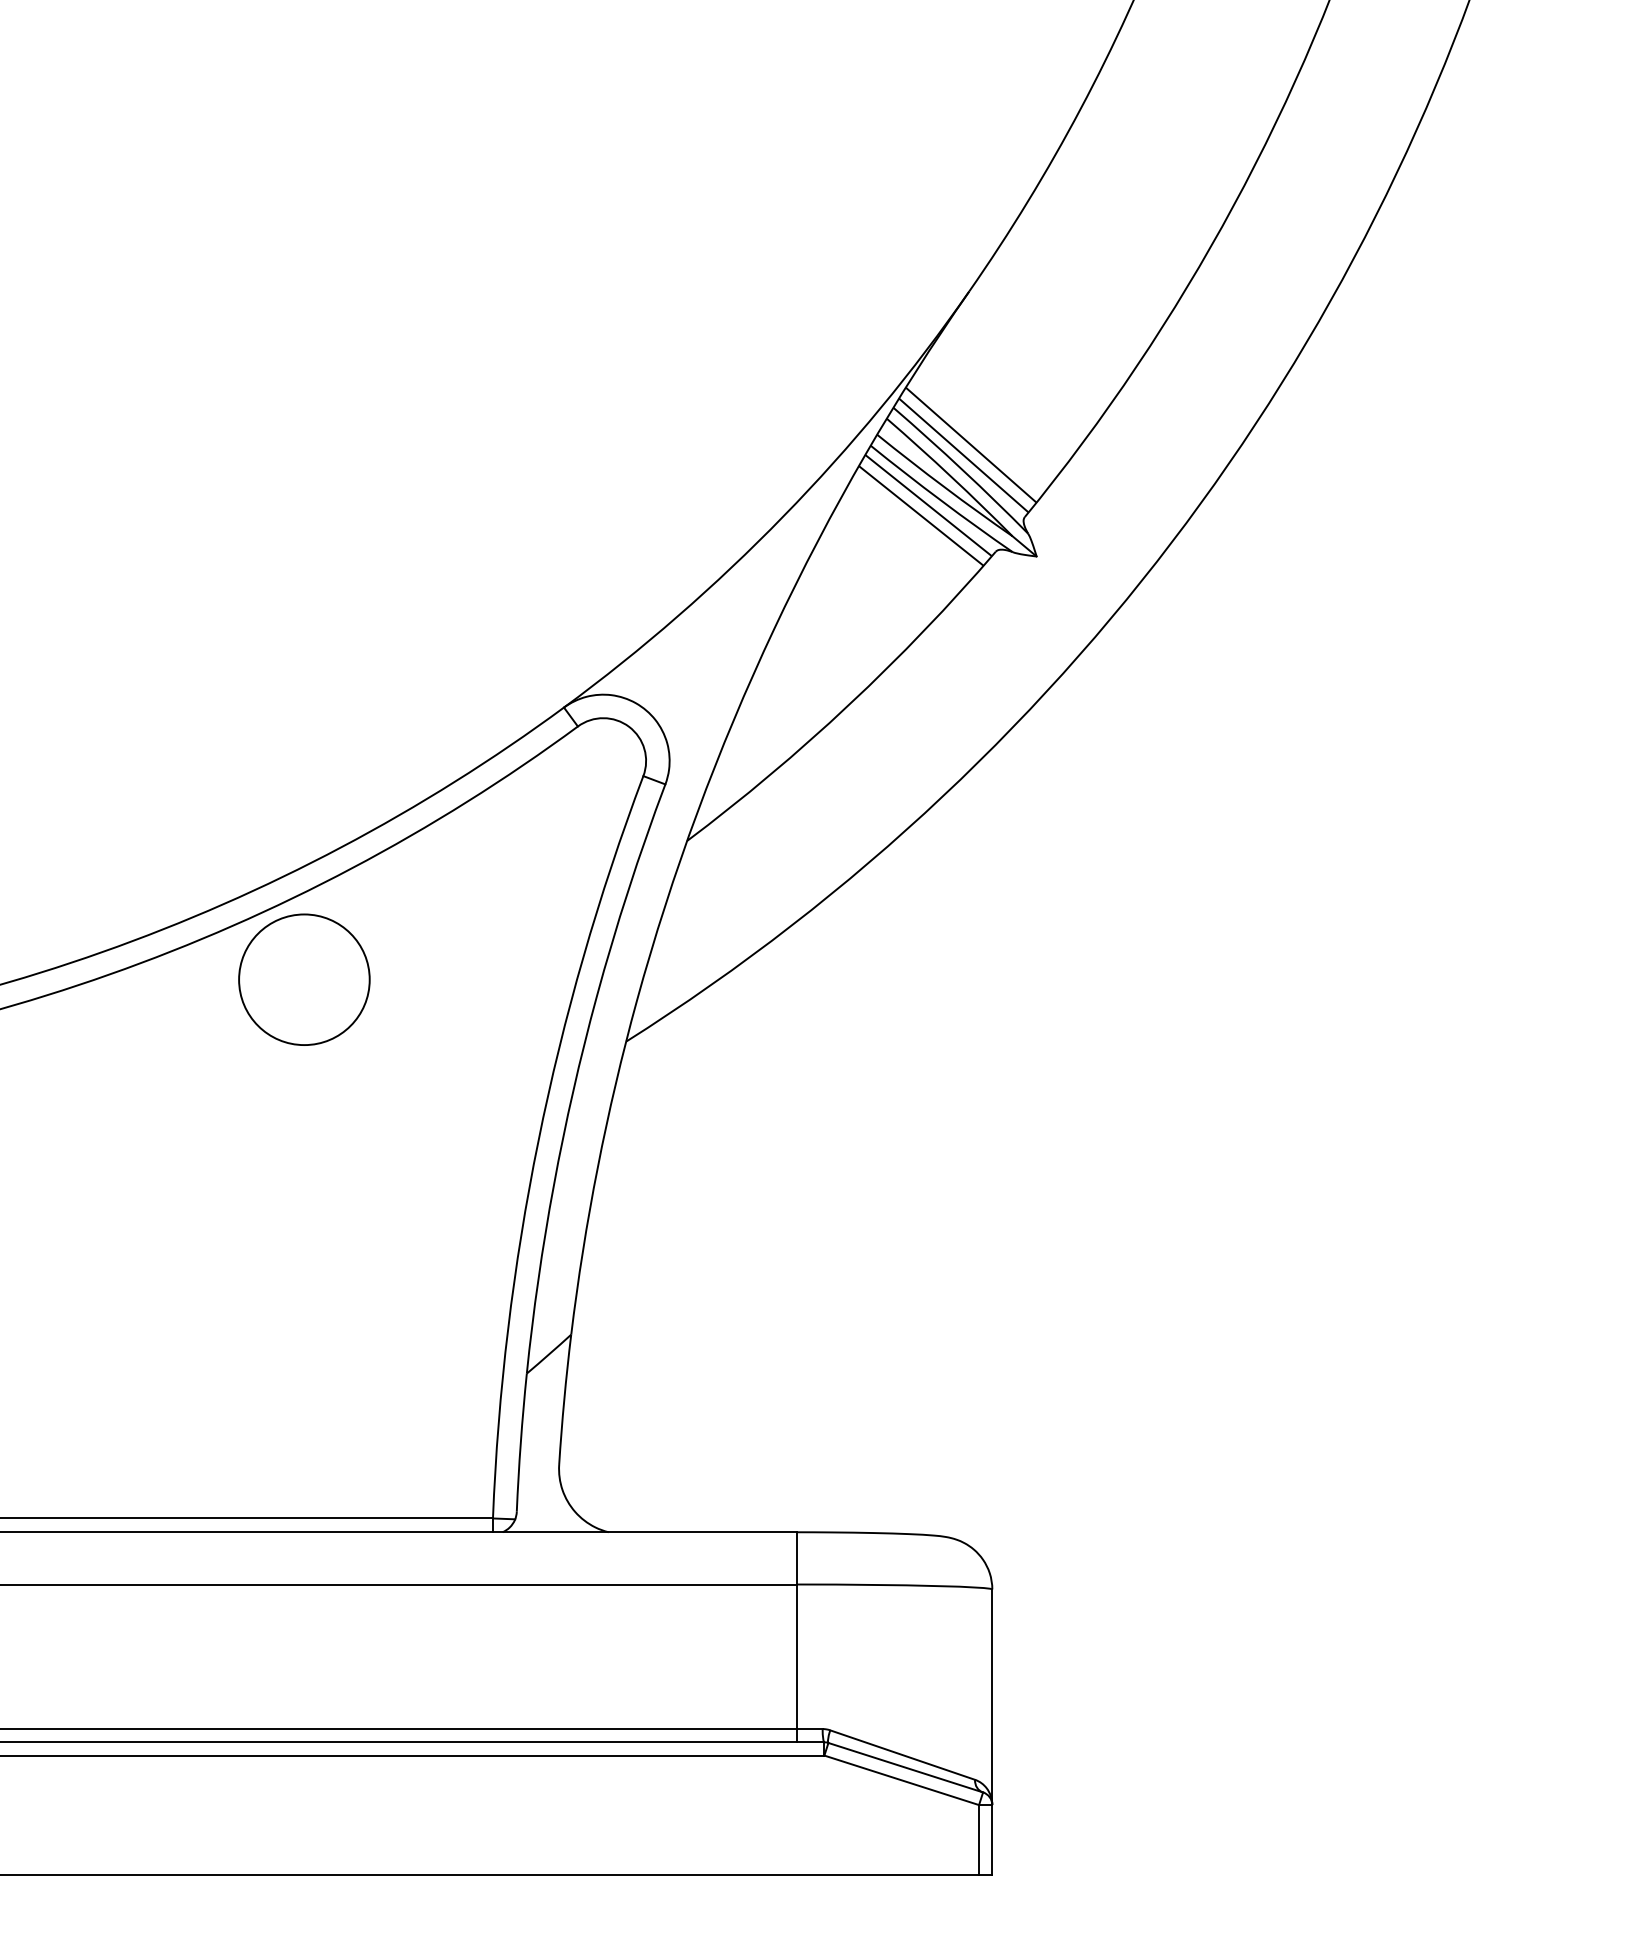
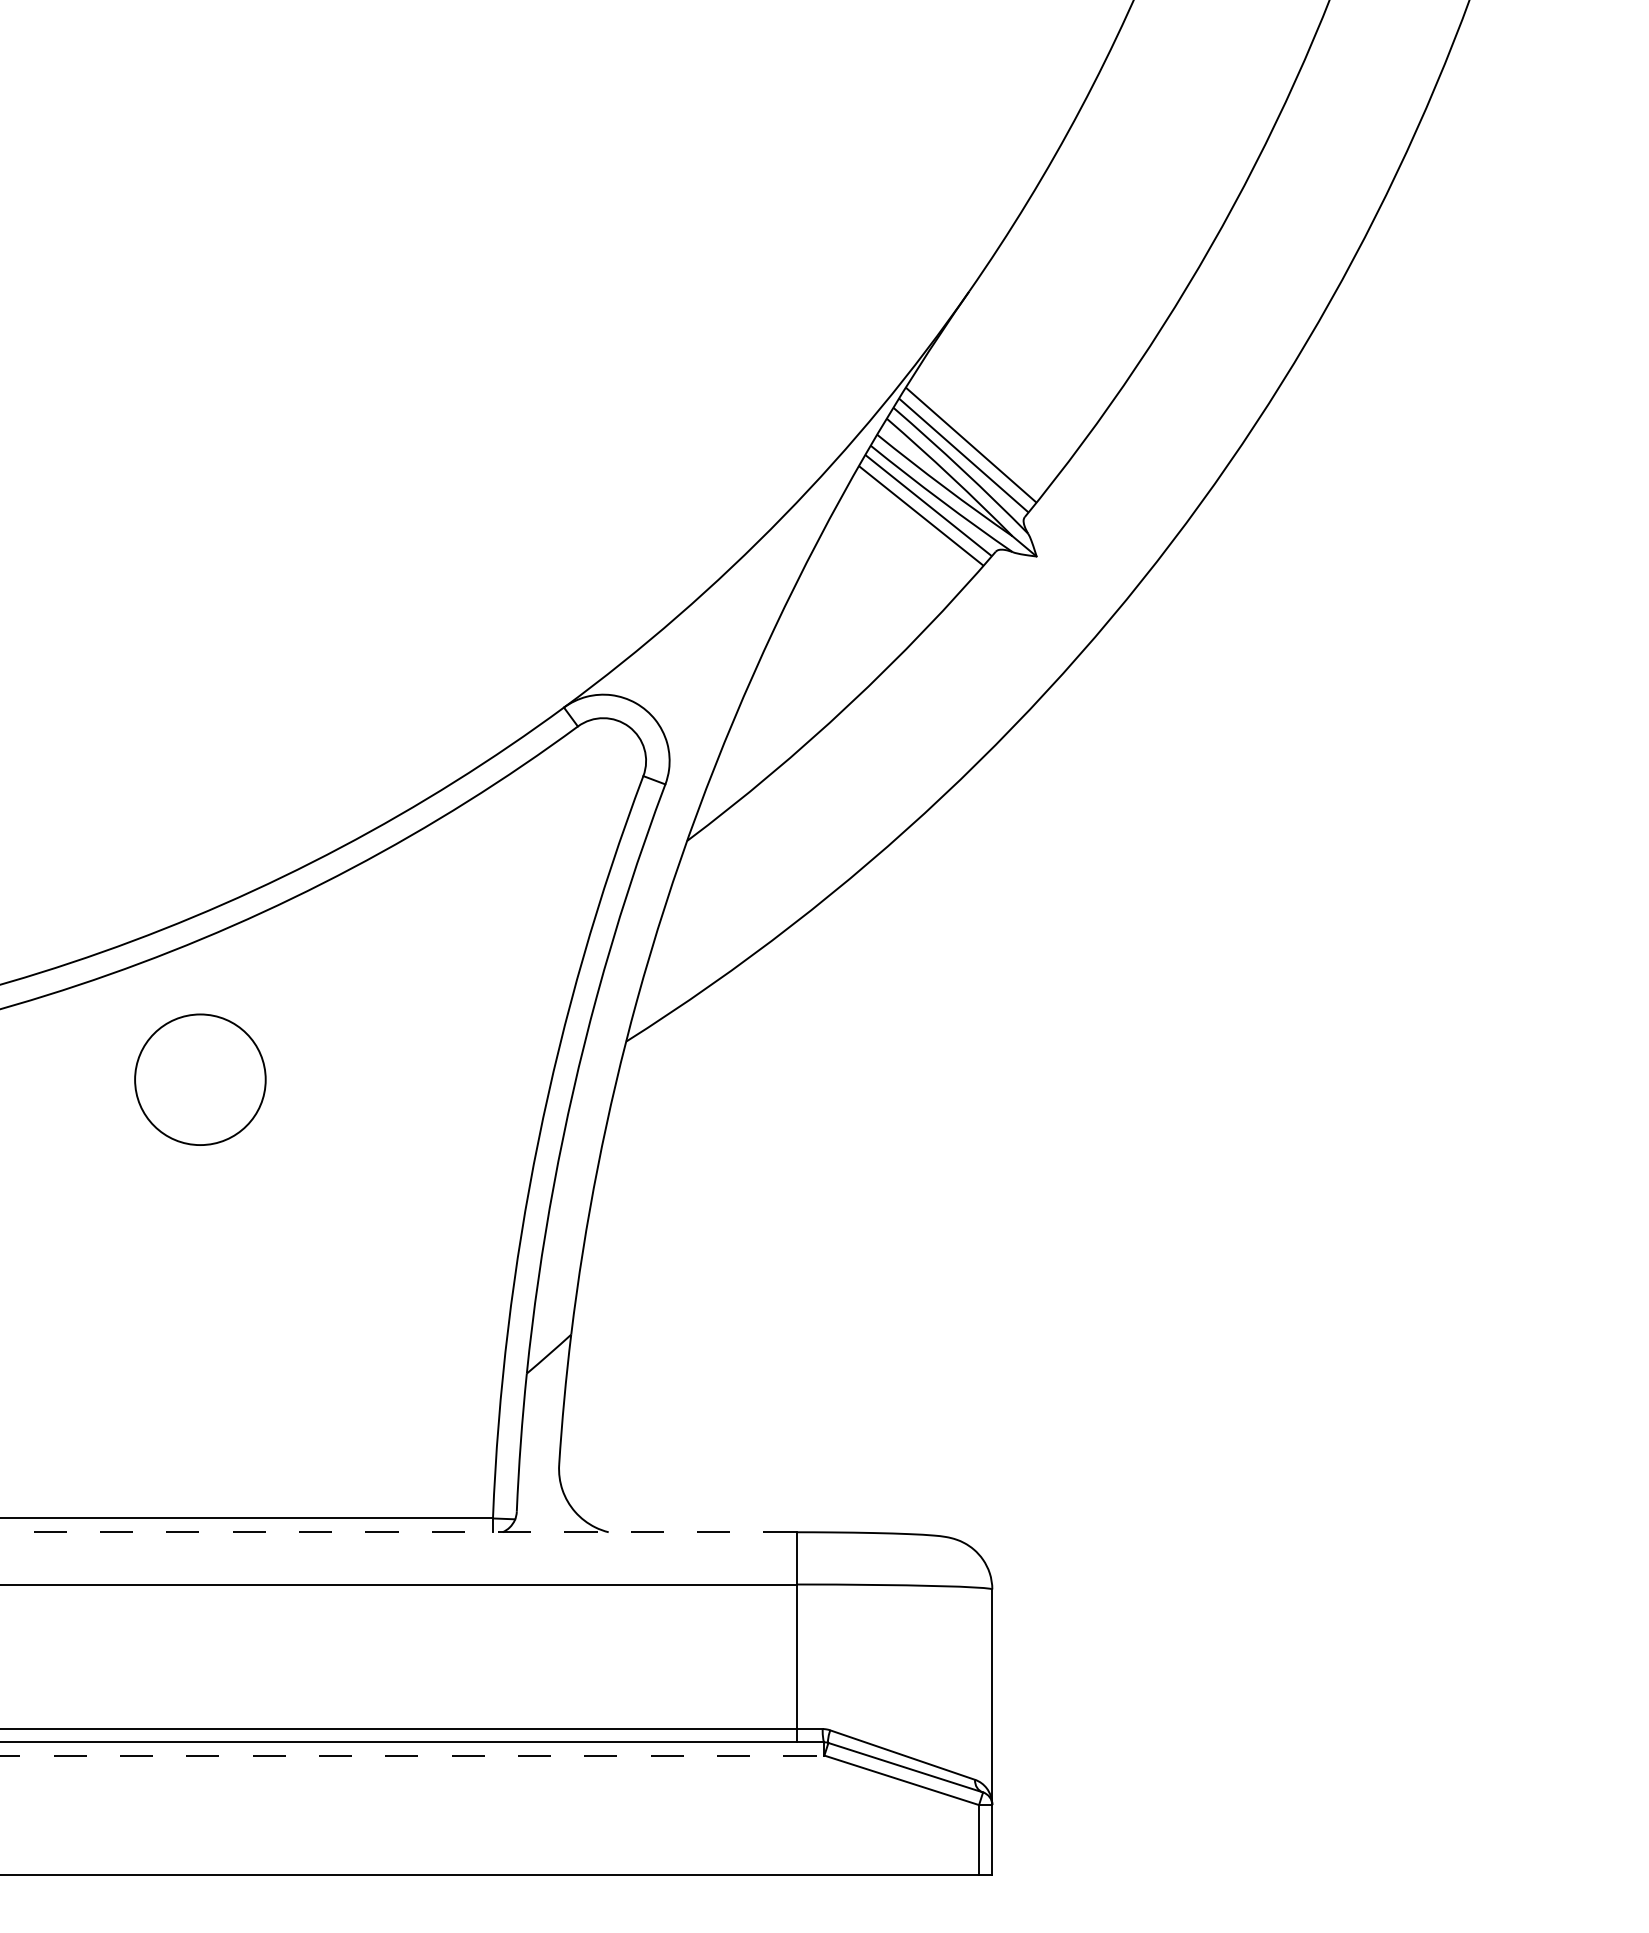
circle at (304, 979) position: (304, 979) -> (200, 1079)
line at (398, 1532): solid -> dashed
line at (412, 1755): solid -> dashed
